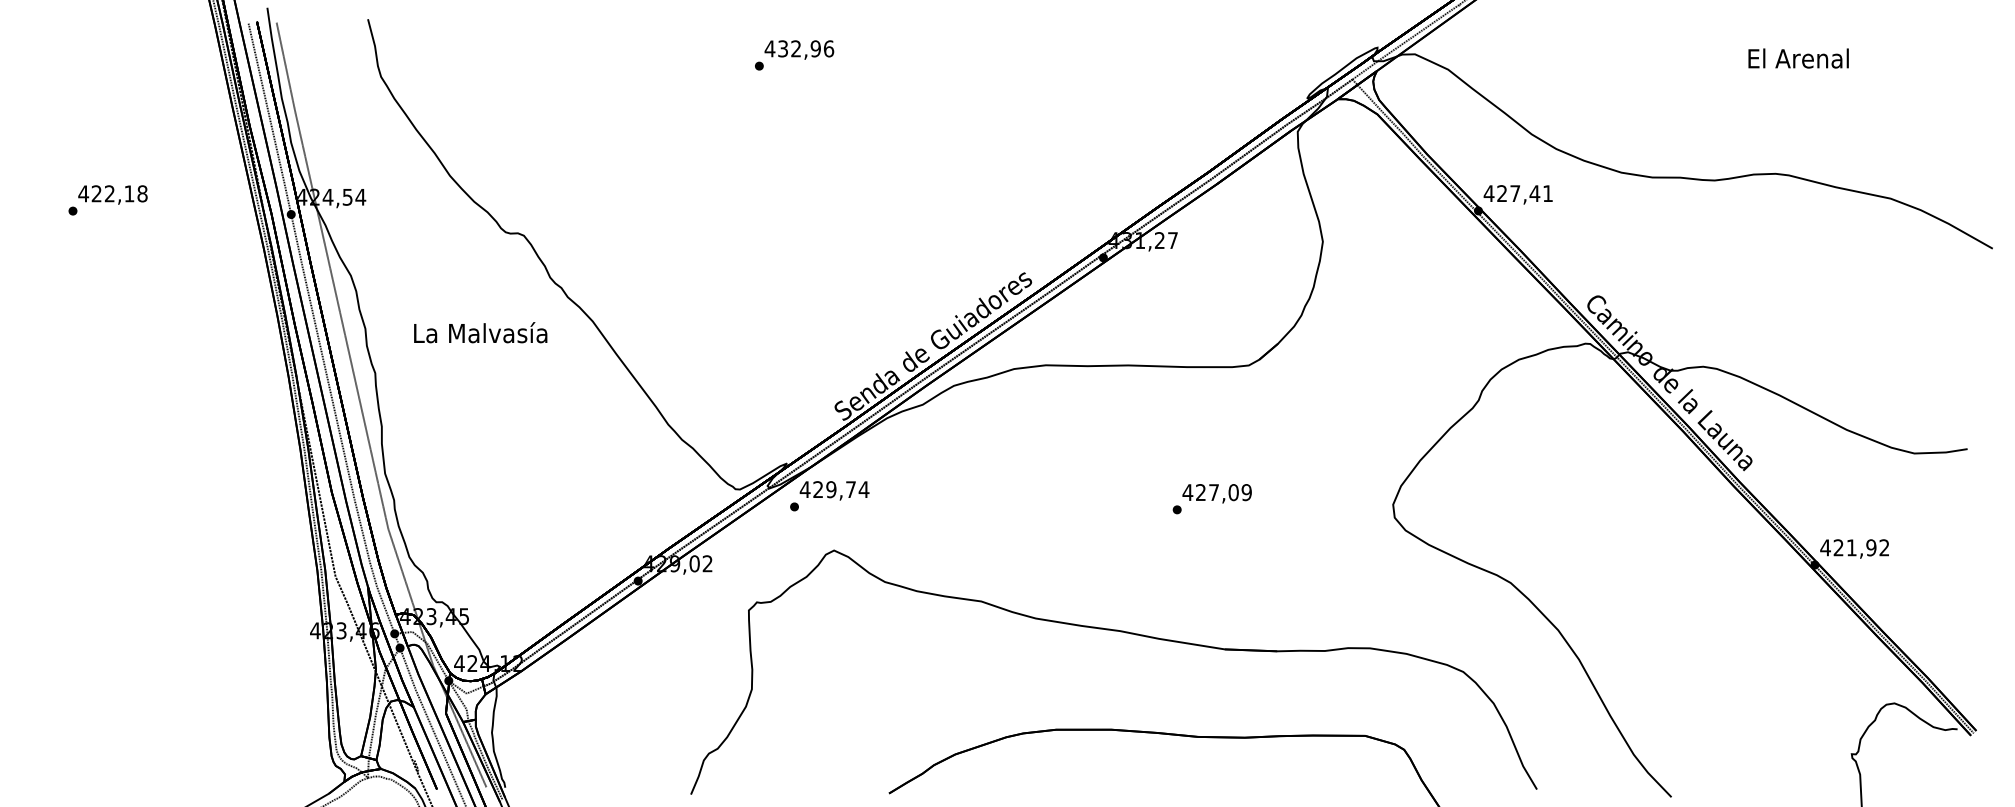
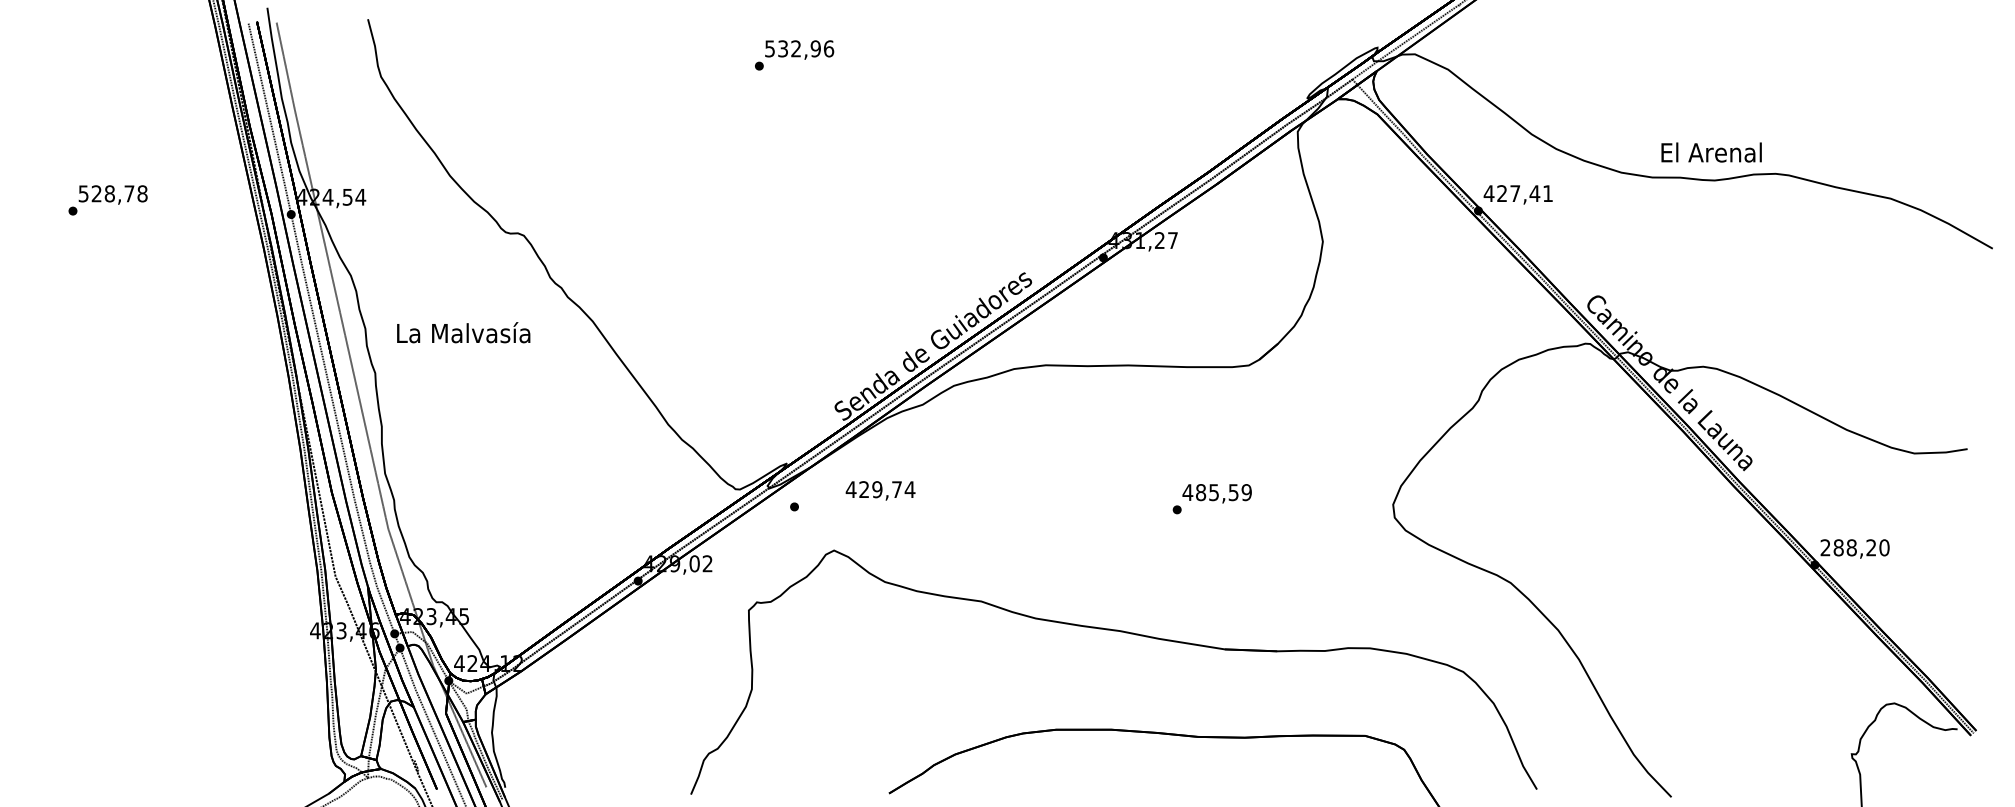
text at (769, 48): 432,96 -> 532,96
text at (1798, 58) position: (1798, 58) -> (1711, 152)
text at (106, 193): 422,18 -> 528,78
text at (480, 332) position: (480, 332) -> (463, 332)
text at (834, 490) position: (834, 490) -> (880, 490)
text at (1217, 492): 427,09 -> 485,59
text at (1854, 547): 421,92 -> 288,20
